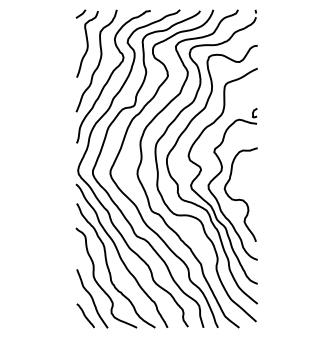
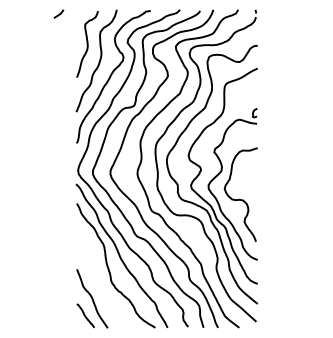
line at (81, 13) position: (81, 13) -> (59, 13)
curve at (97, 281): present -> none
